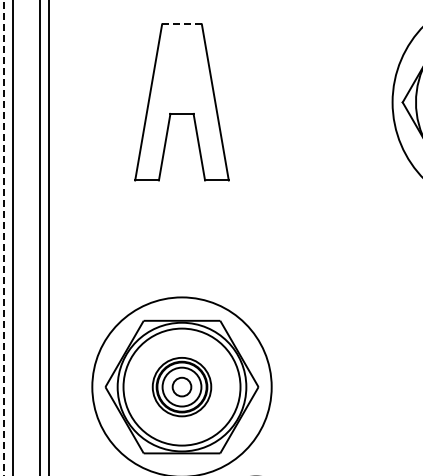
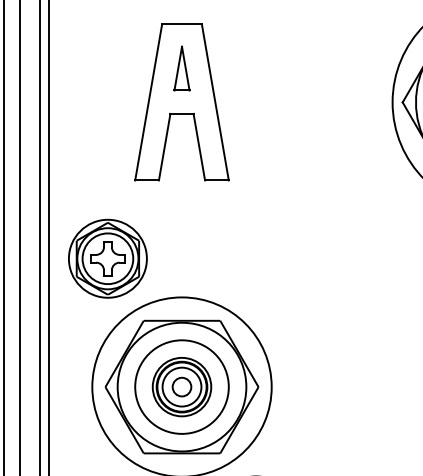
line at (182, 24): dashed -> solid
part at (181, 68): none -> present
line at (4, 237): dashed -> solid
line at (12, 237) position: (12, 237) -> (19, 237)
part at (107, 258): none -> present
circle at (181, 386) diameter: 117 px -> 94 px
